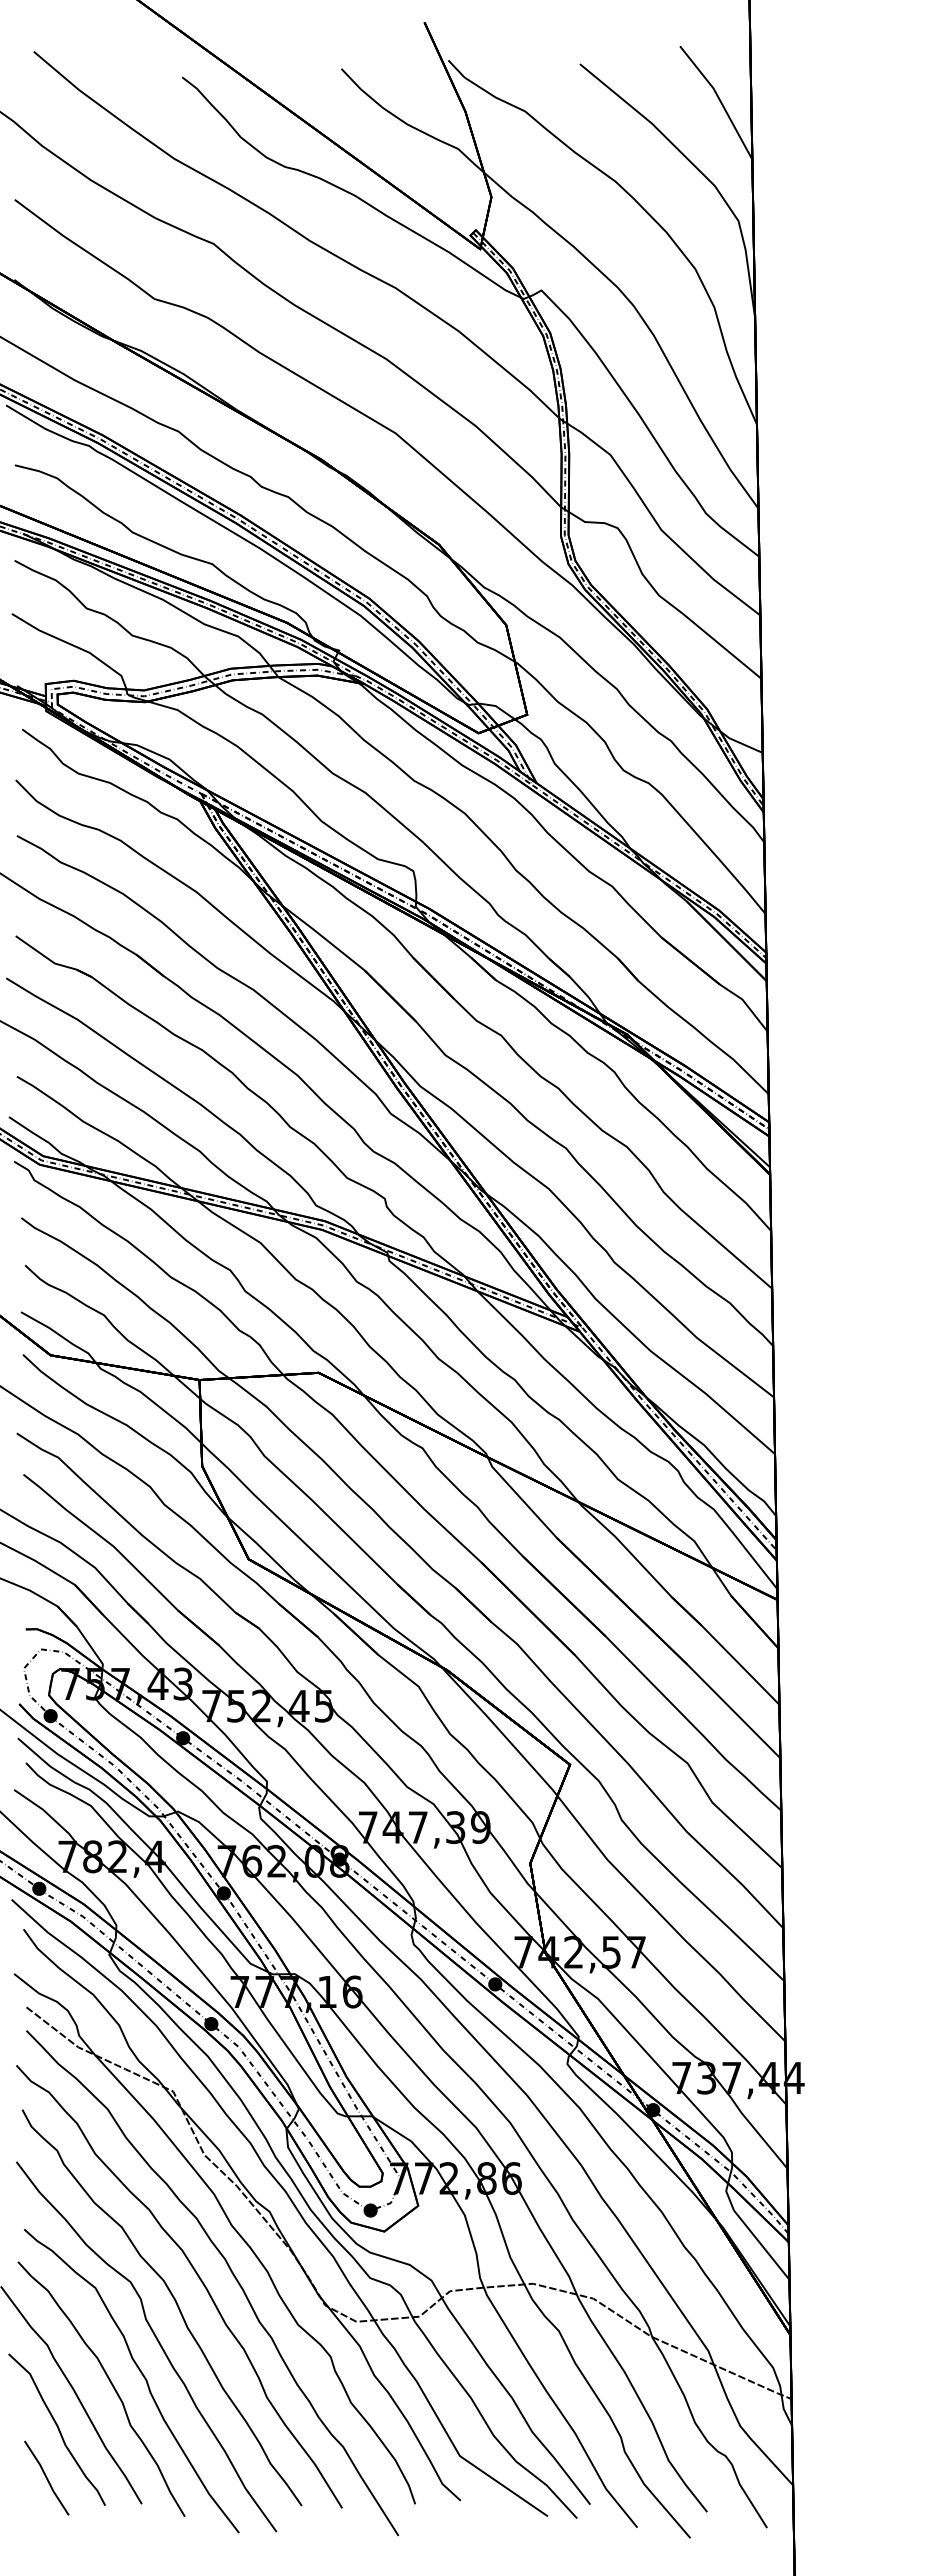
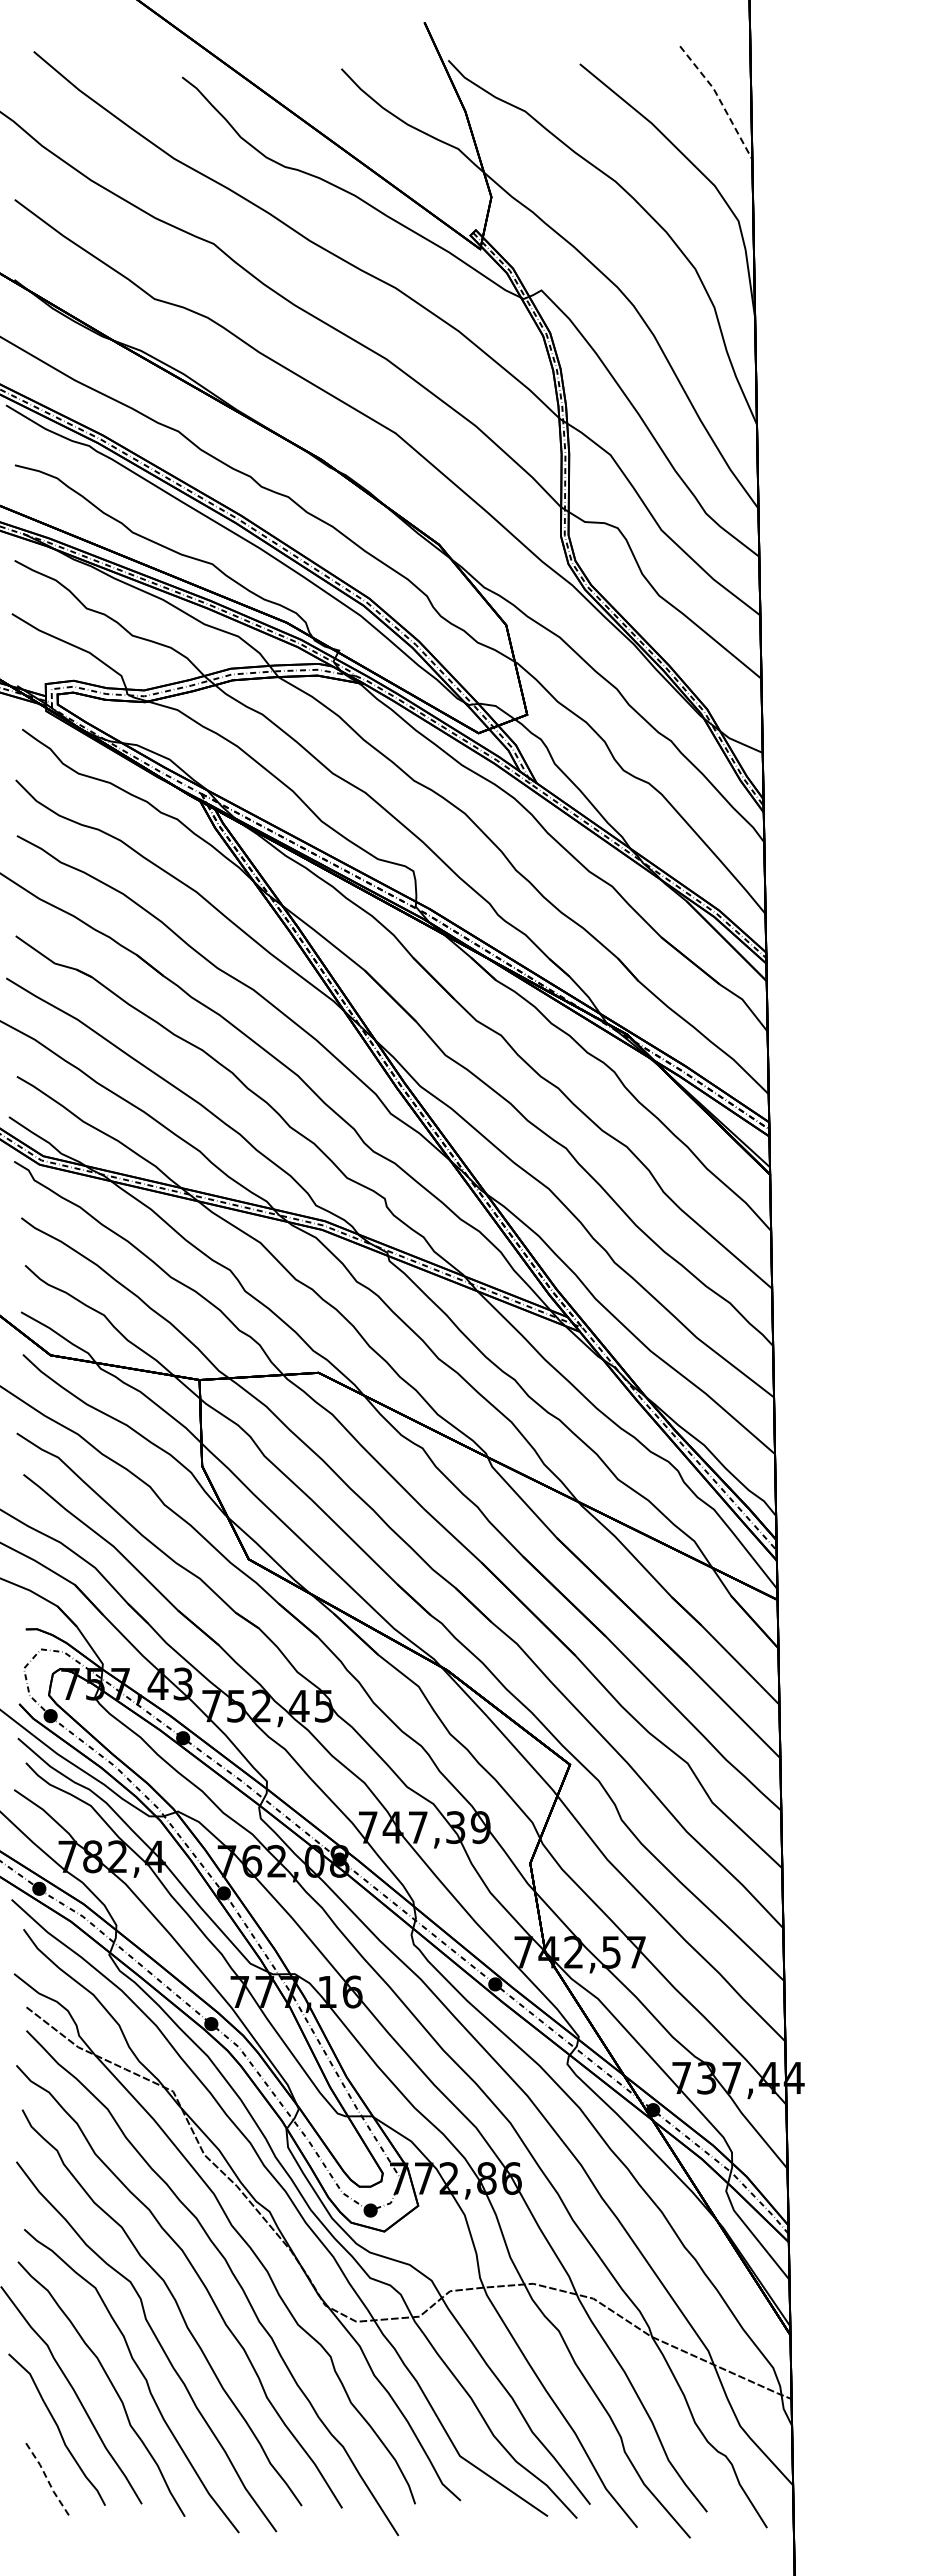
line at (720, 100): solid -> dashed
line at (46, 2478): solid -> dashed
